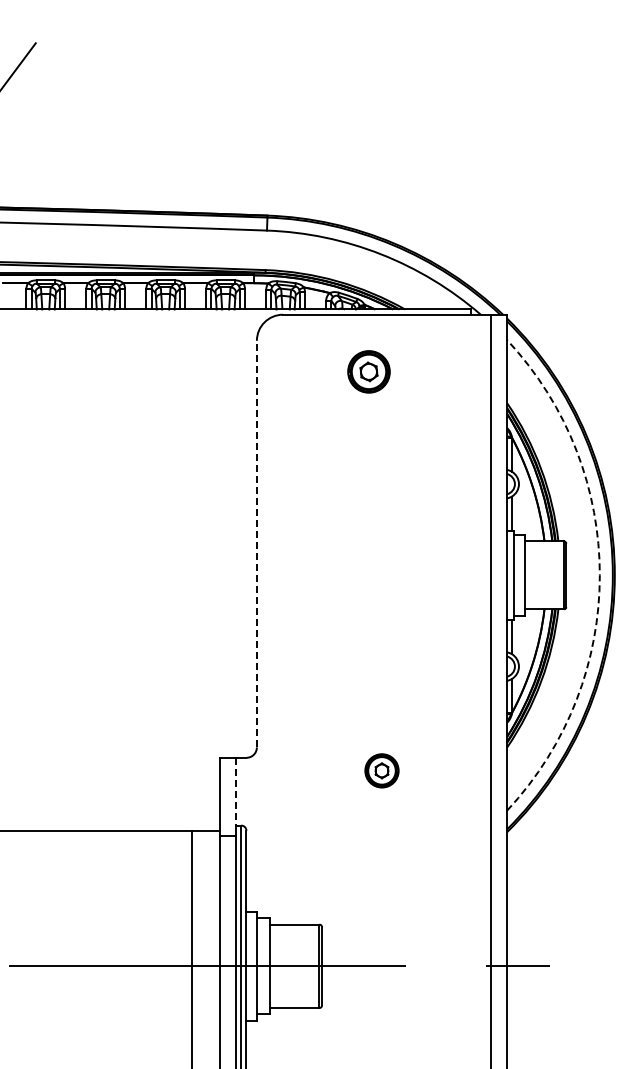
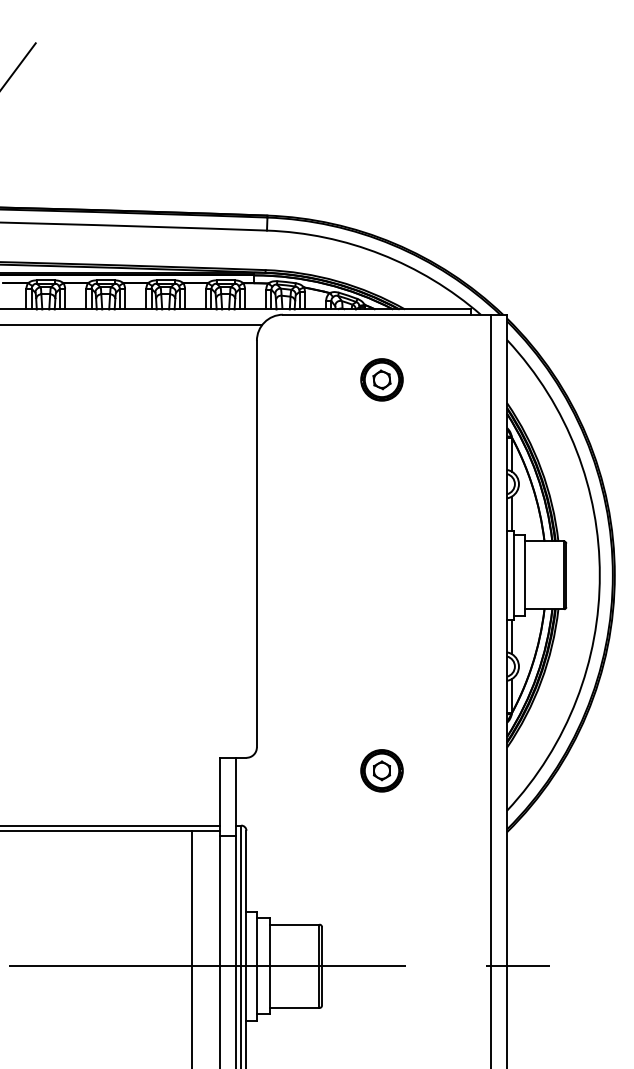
line at (132, 325): none -> present
part at (368, 371) position: (368, 371) -> (381, 379)
line at (256, 543): dashed -> solid
arc at (599, 575): dashed -> solid
part at (381, 770) size: 36x36 px -> 44x44 px
line at (236, 791): dashed -> solid
line at (111, 825): none -> present
